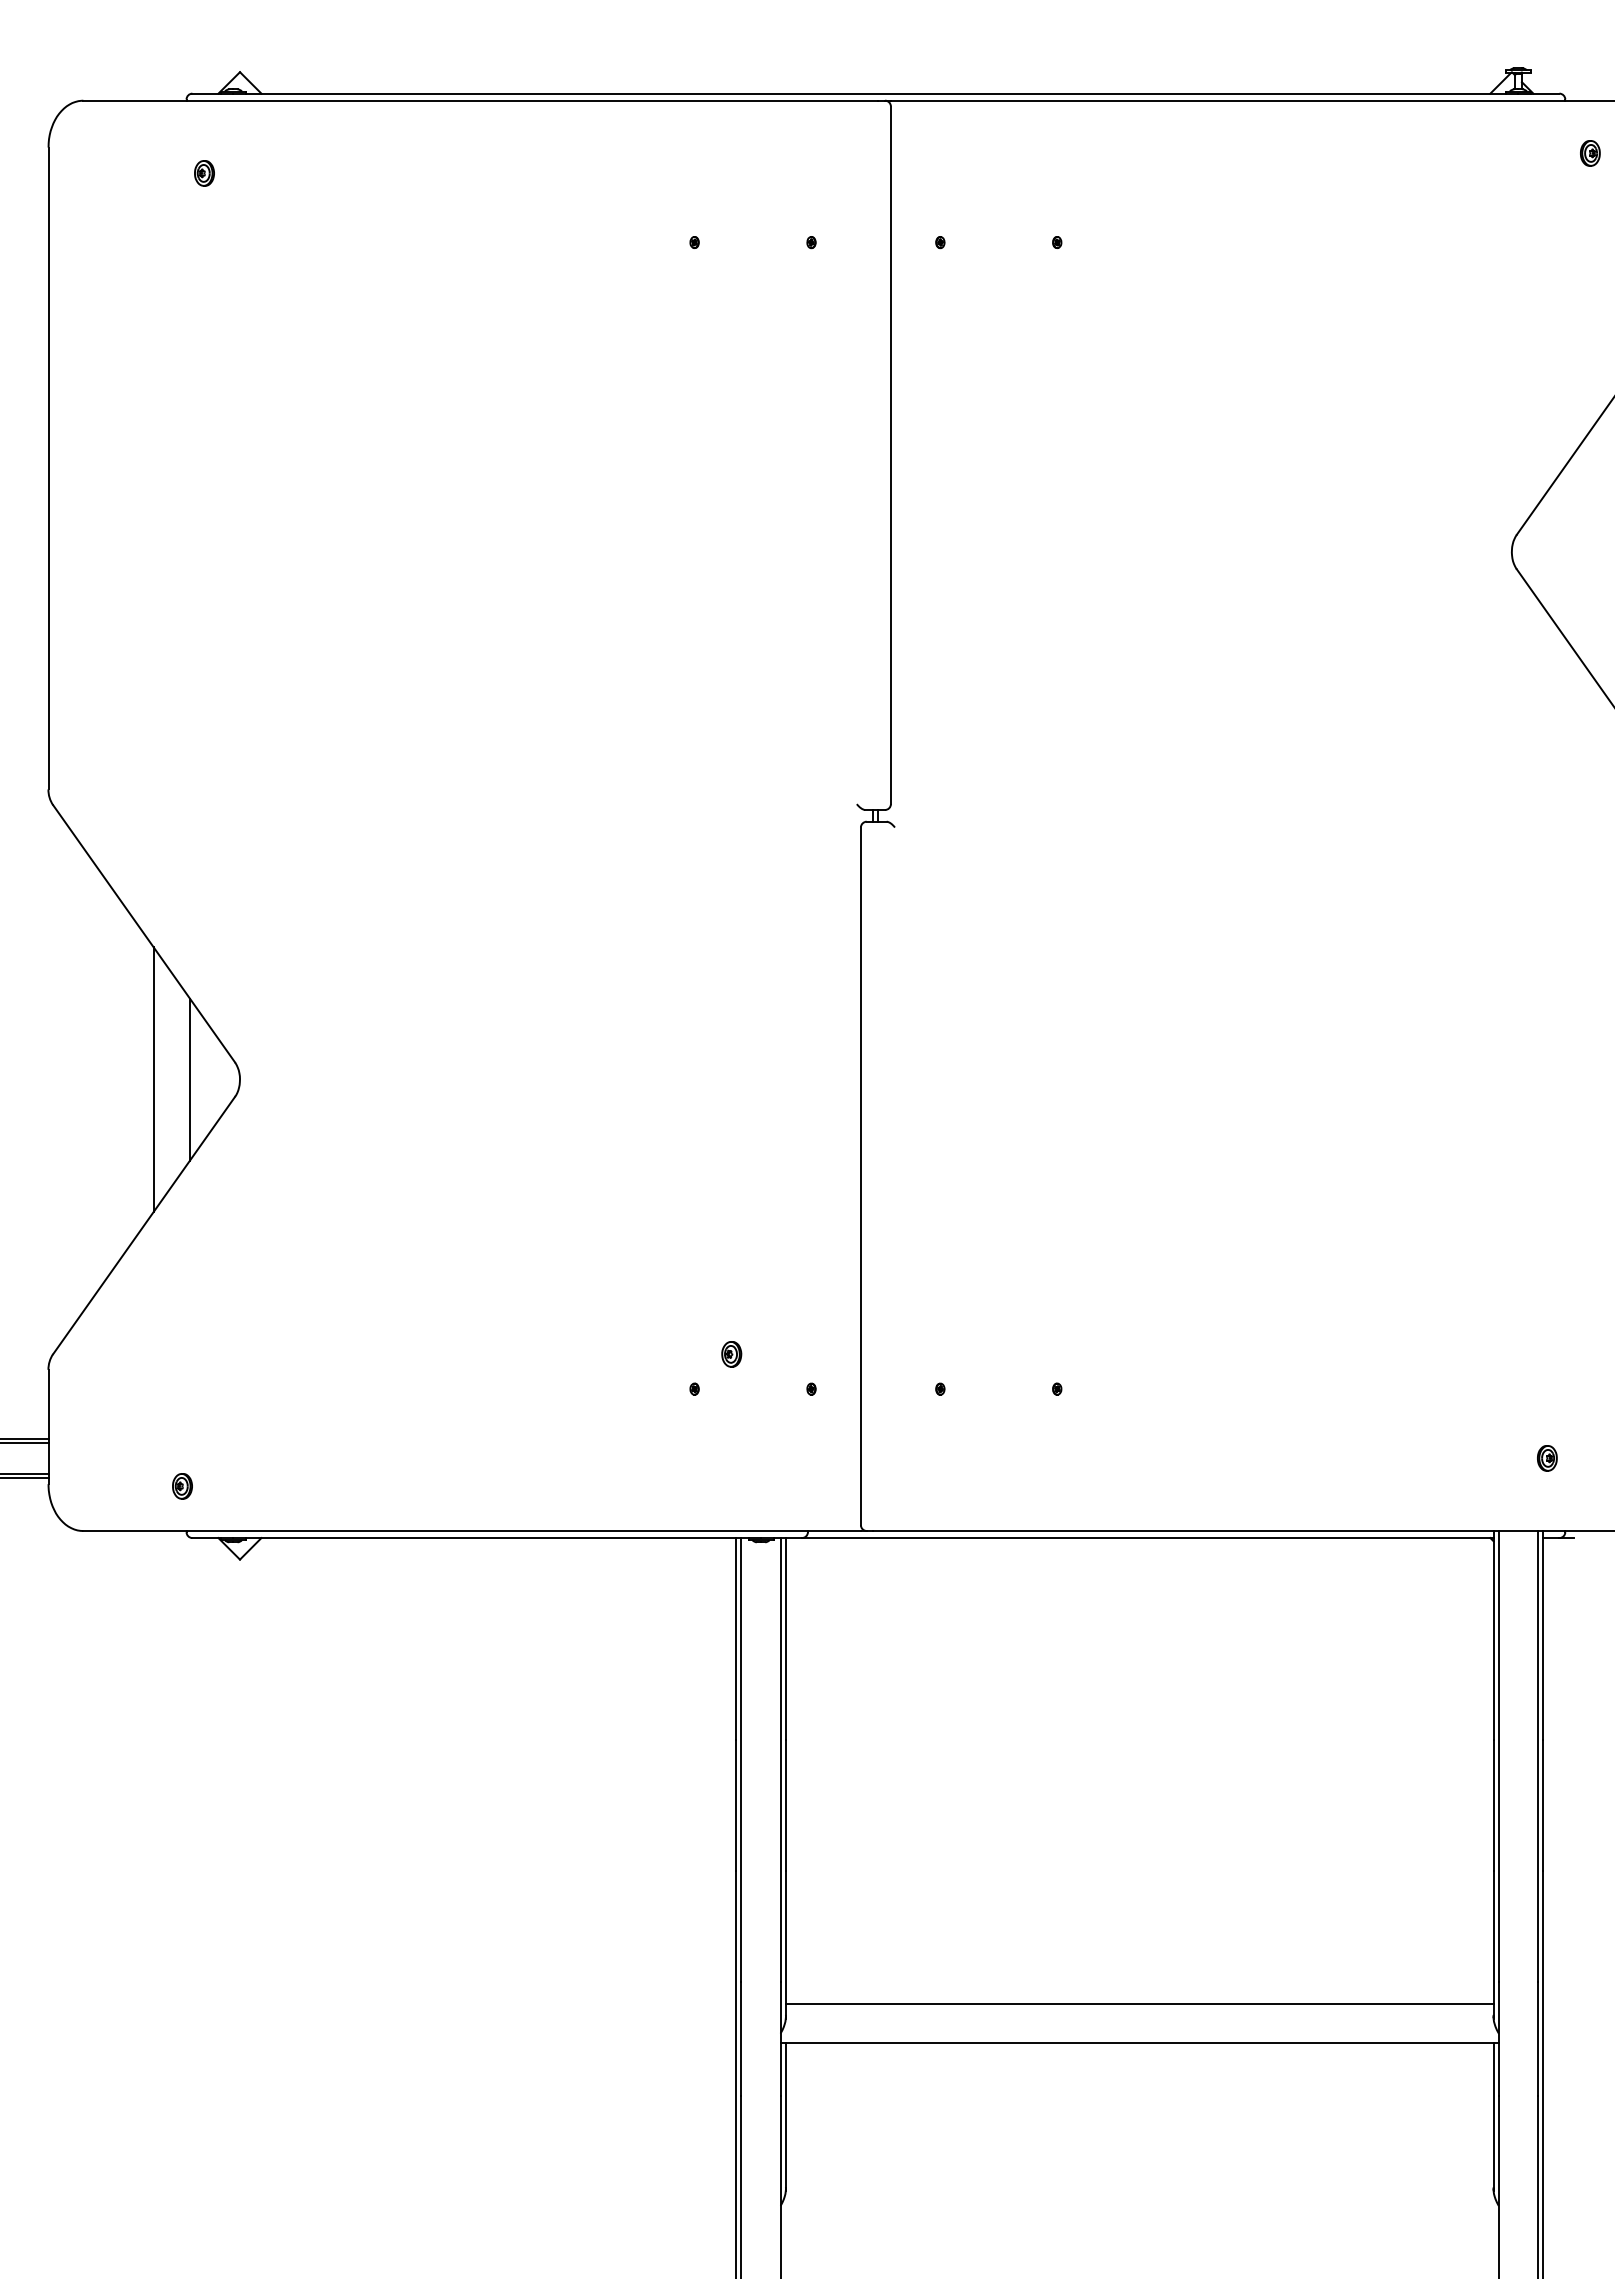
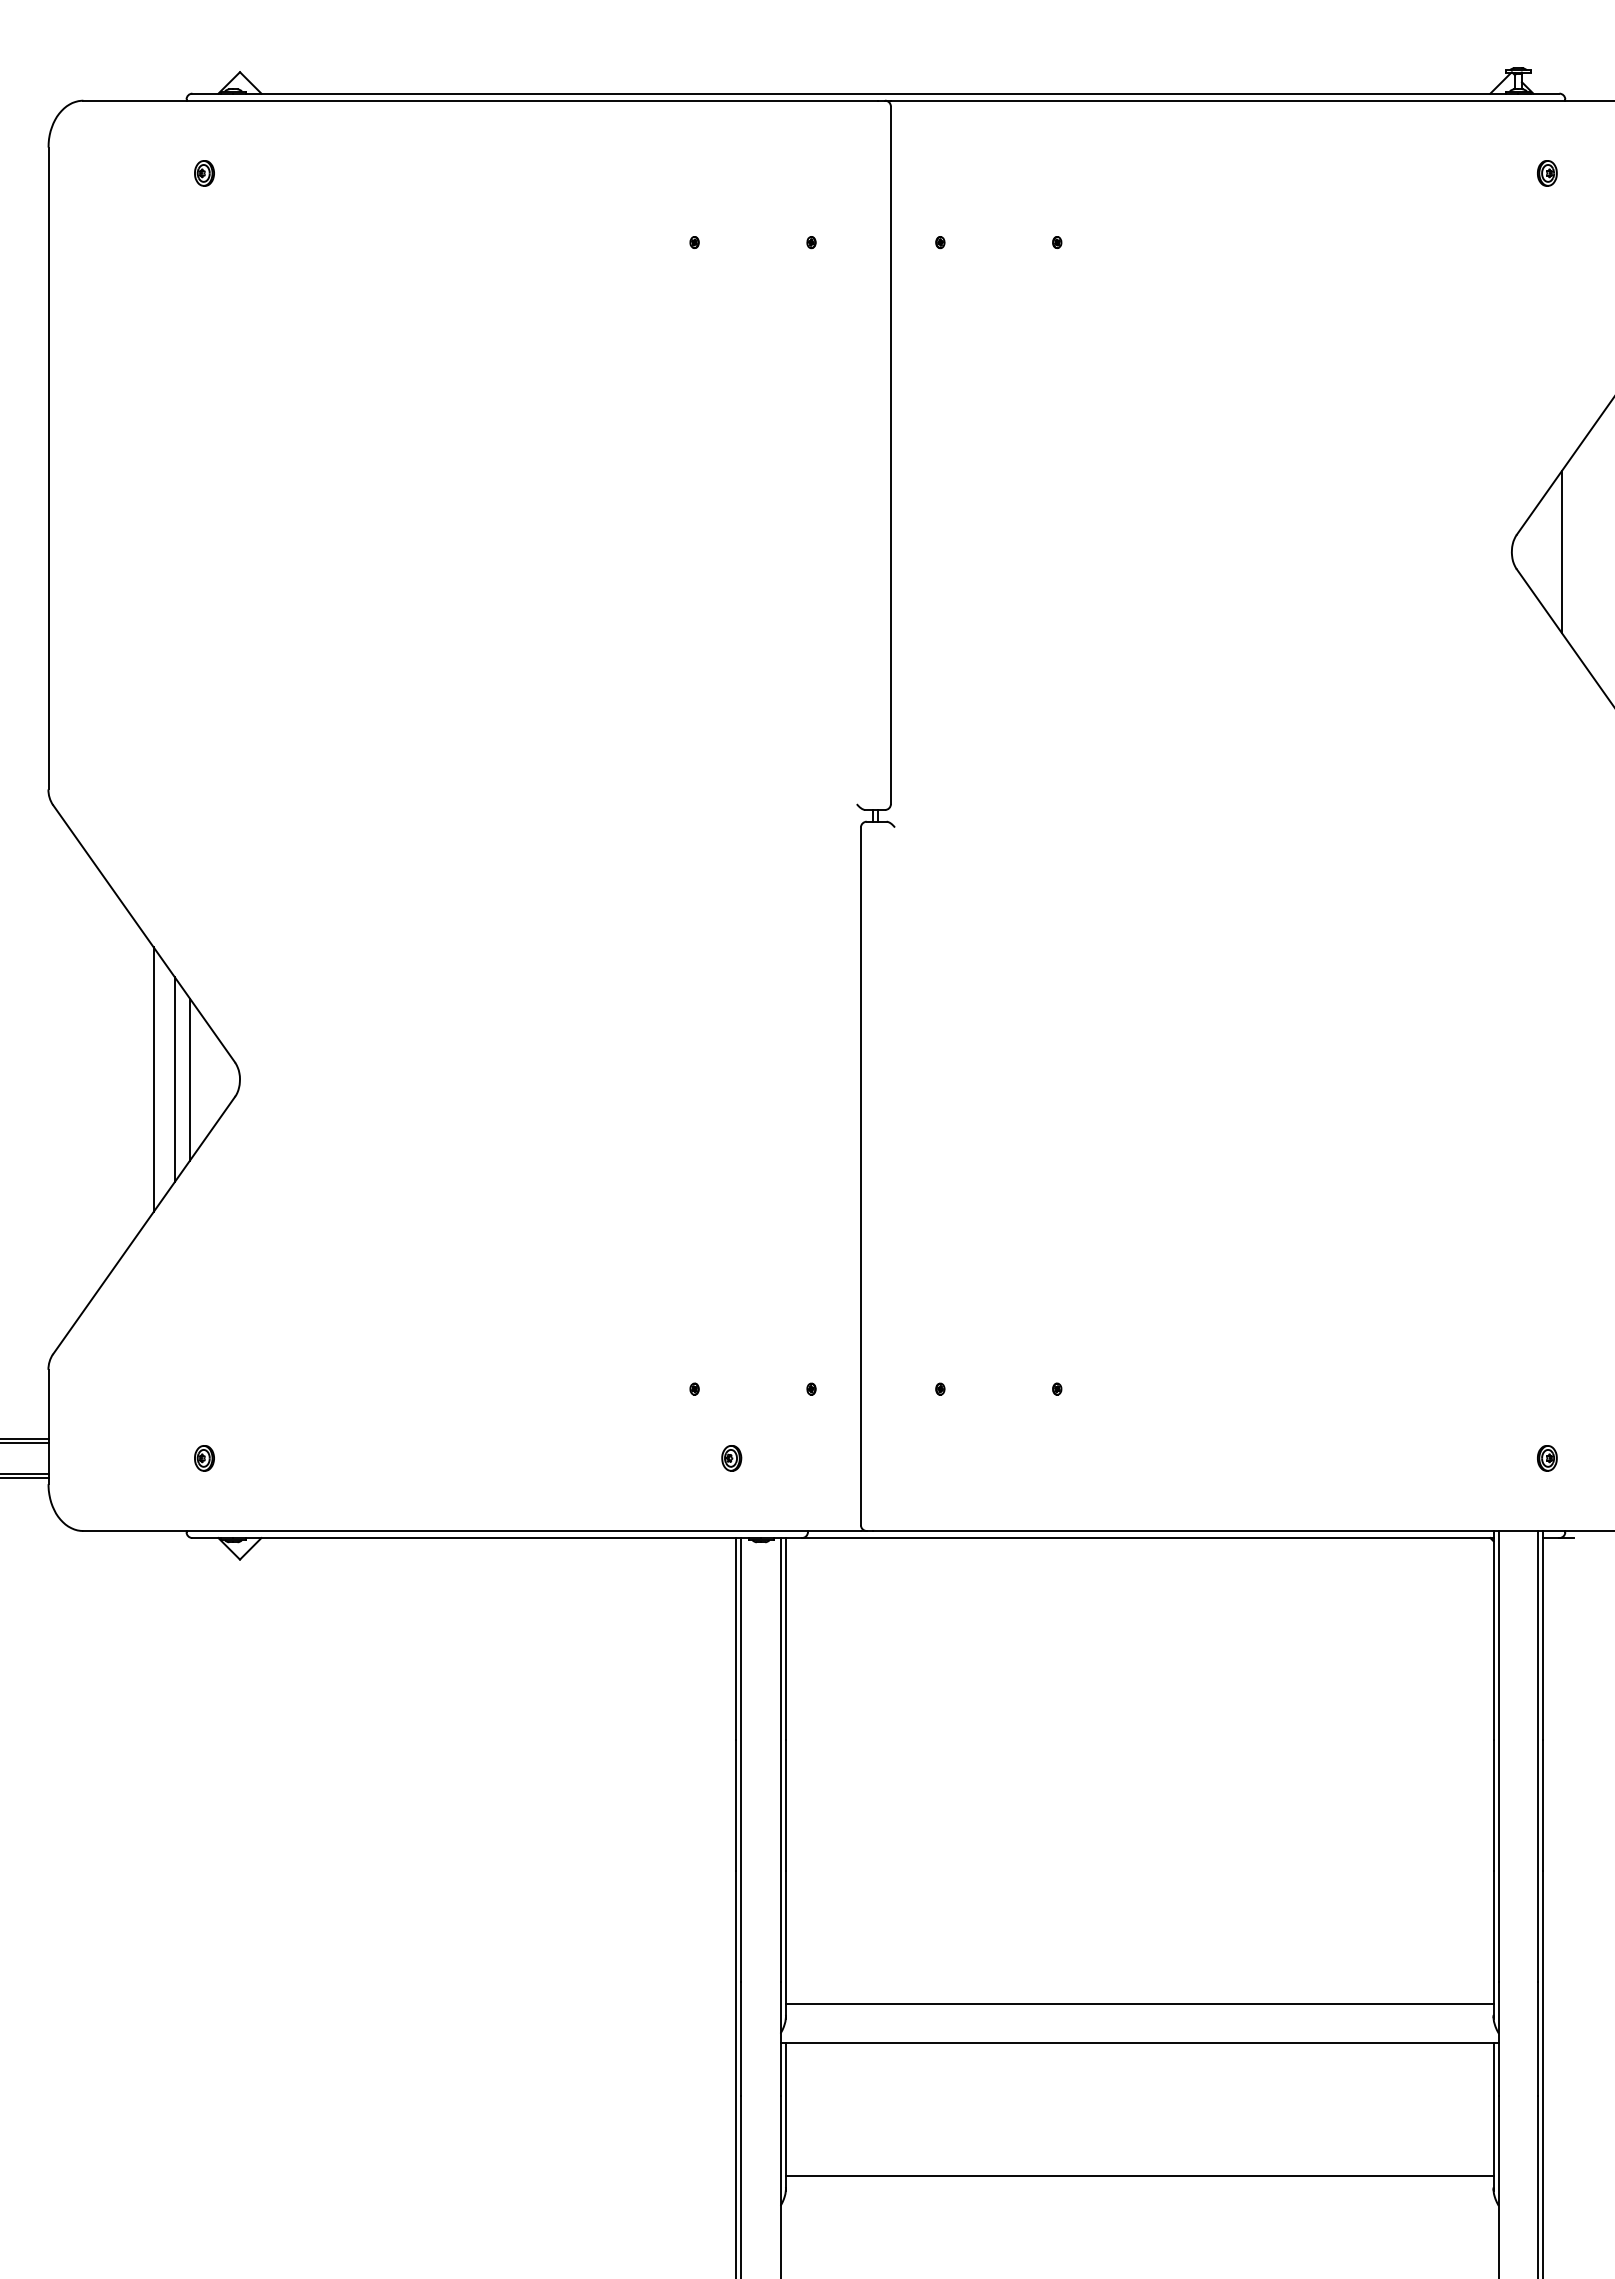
part at (1590, 153) position: (1590, 153) -> (1547, 173)
line at (1561, 551): none -> present
line at (174, 1079): none -> present
part at (731, 1354) position: (731, 1354) -> (731, 1458)
part at (182, 1486) position: (182, 1486) -> (204, 1458)
line at (1139, 2176): none -> present
